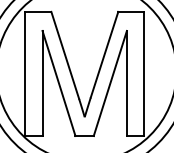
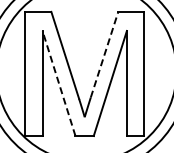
line at (104, 54): solid -> dashed
line at (58, 83): solid -> dashed
